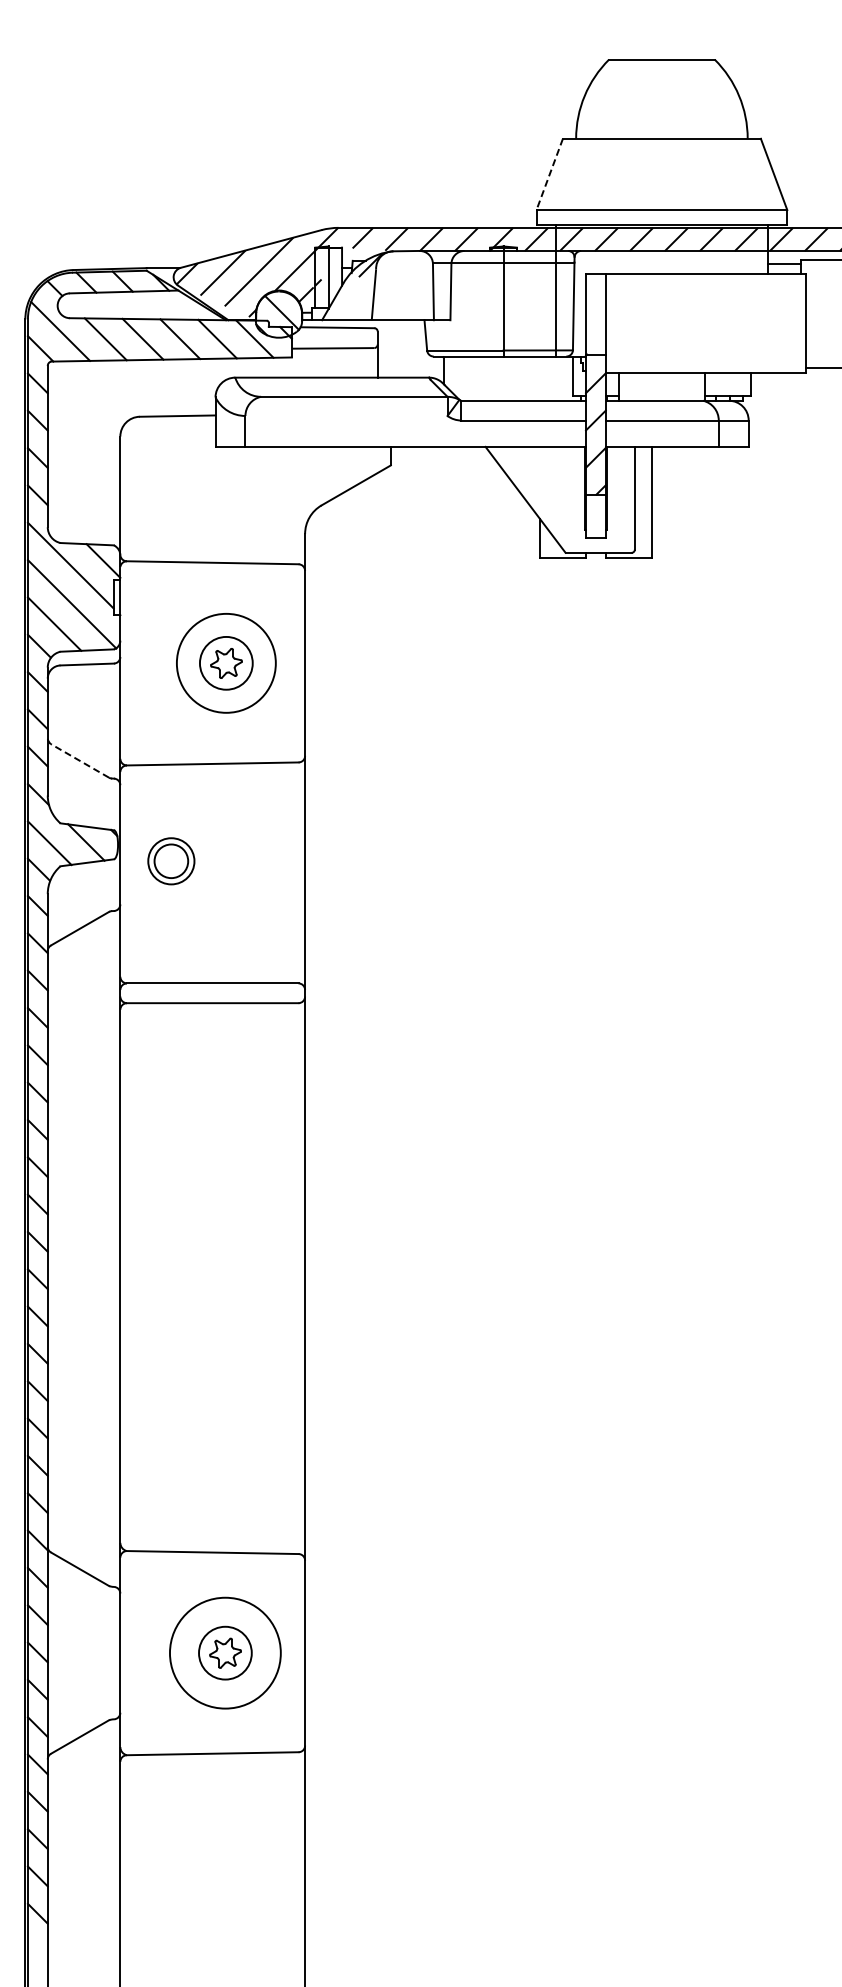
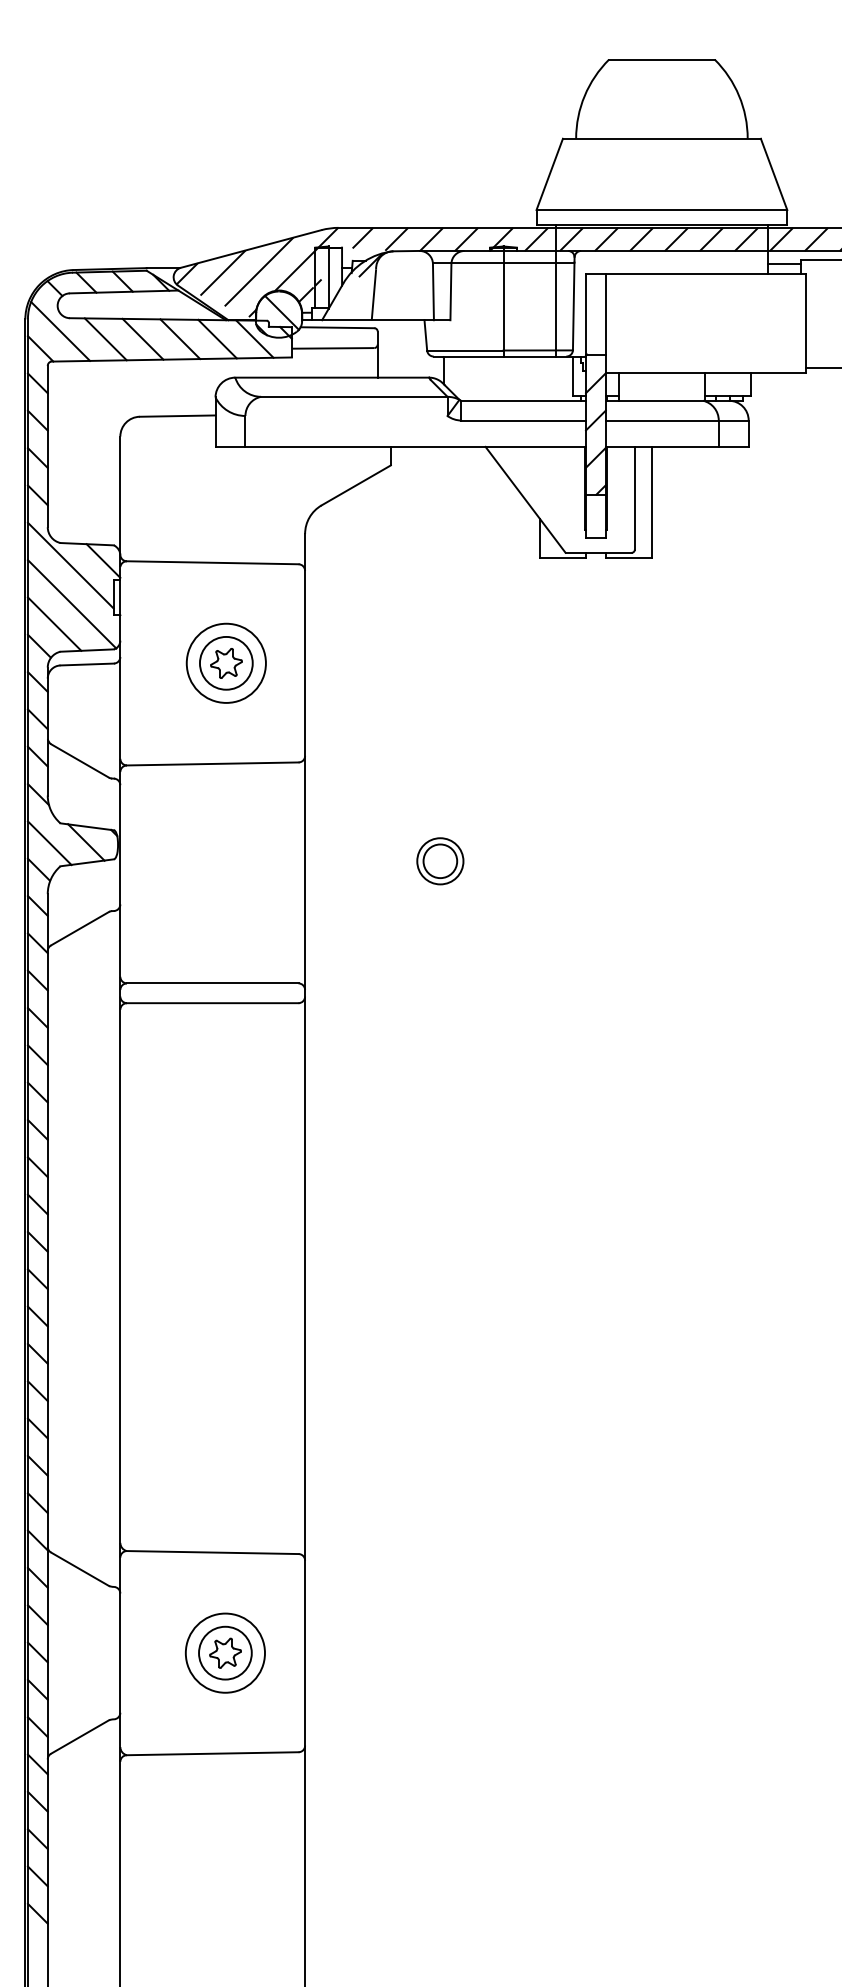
line at (549, 174): dashed -> solid
circle at (225, 662) diameter: 99 px -> 79 px
line at (79, 760): dashed -> solid
part at (171, 861) position: (171, 861) -> (440, 861)
circle at (224, 1652) diameter: 111 px -> 79 px
